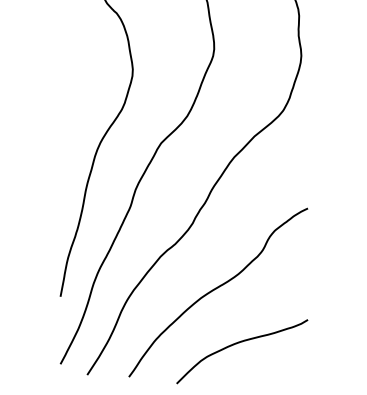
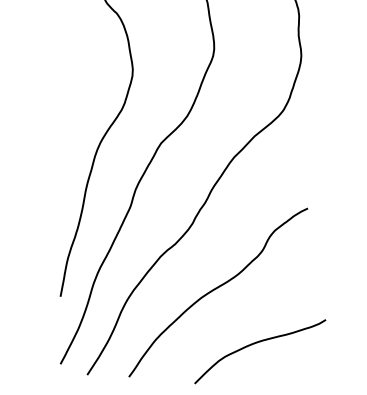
curve at (239, 343) position: (239, 343) -> (257, 343)
